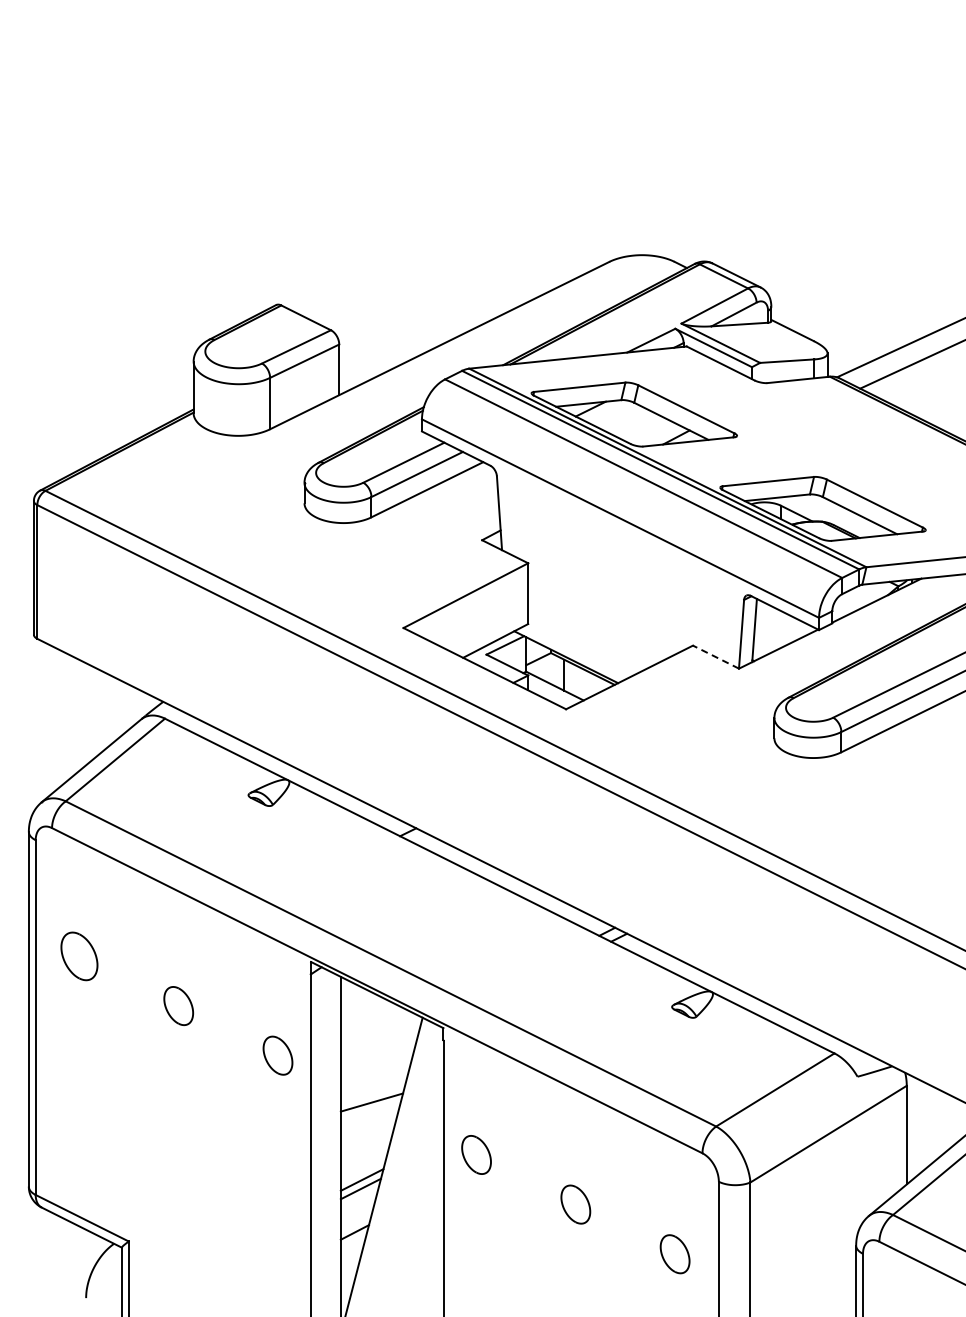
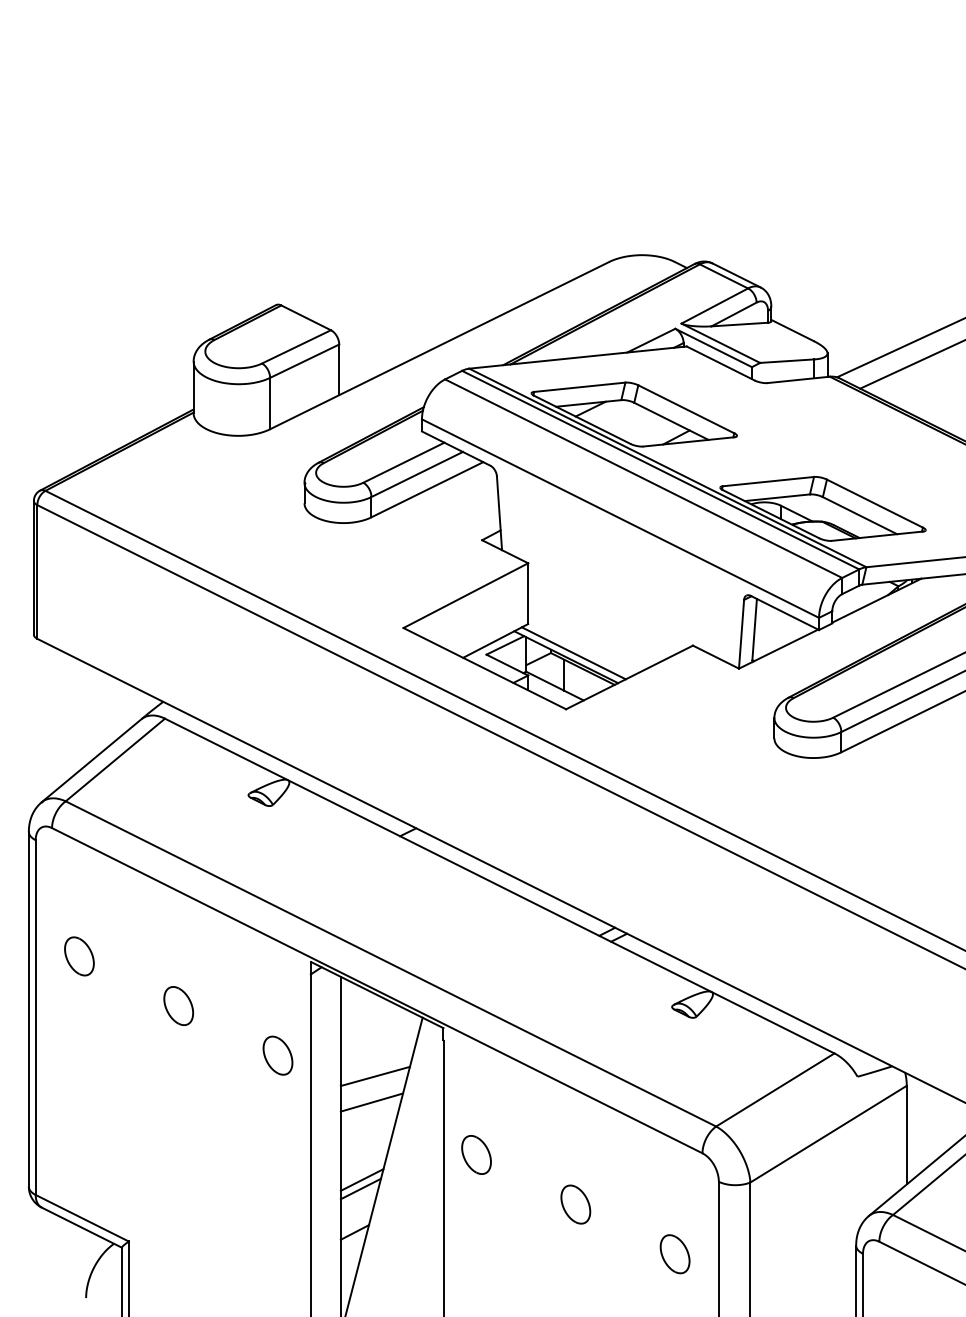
line at (573, 653): none -> present
line at (716, 657): dashed -> solid
part at (79, 956) size: 39x51 px -> 31x41 px
line at (374, 1076): none -> present
